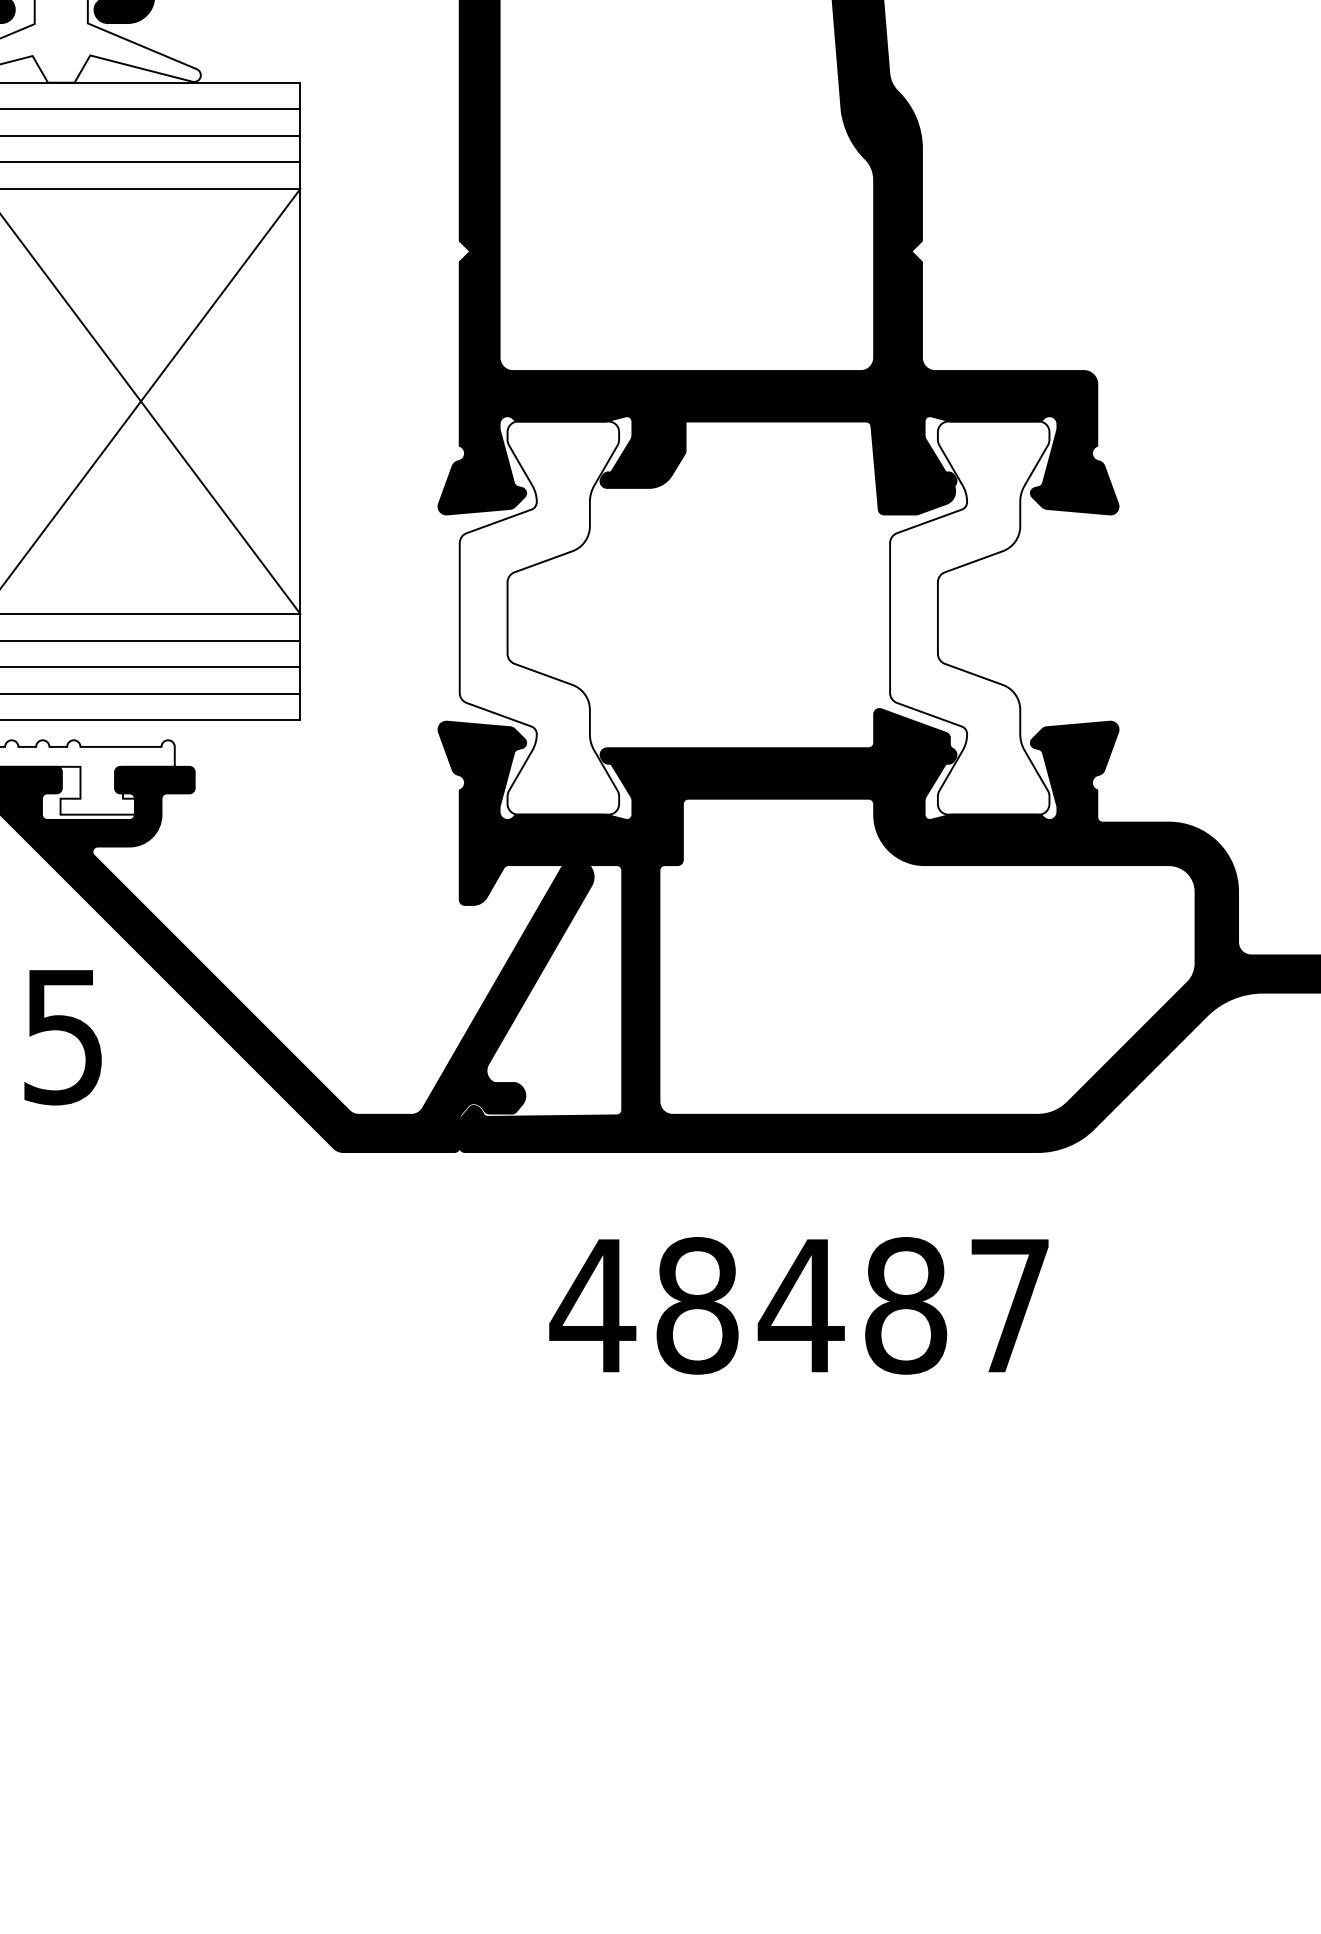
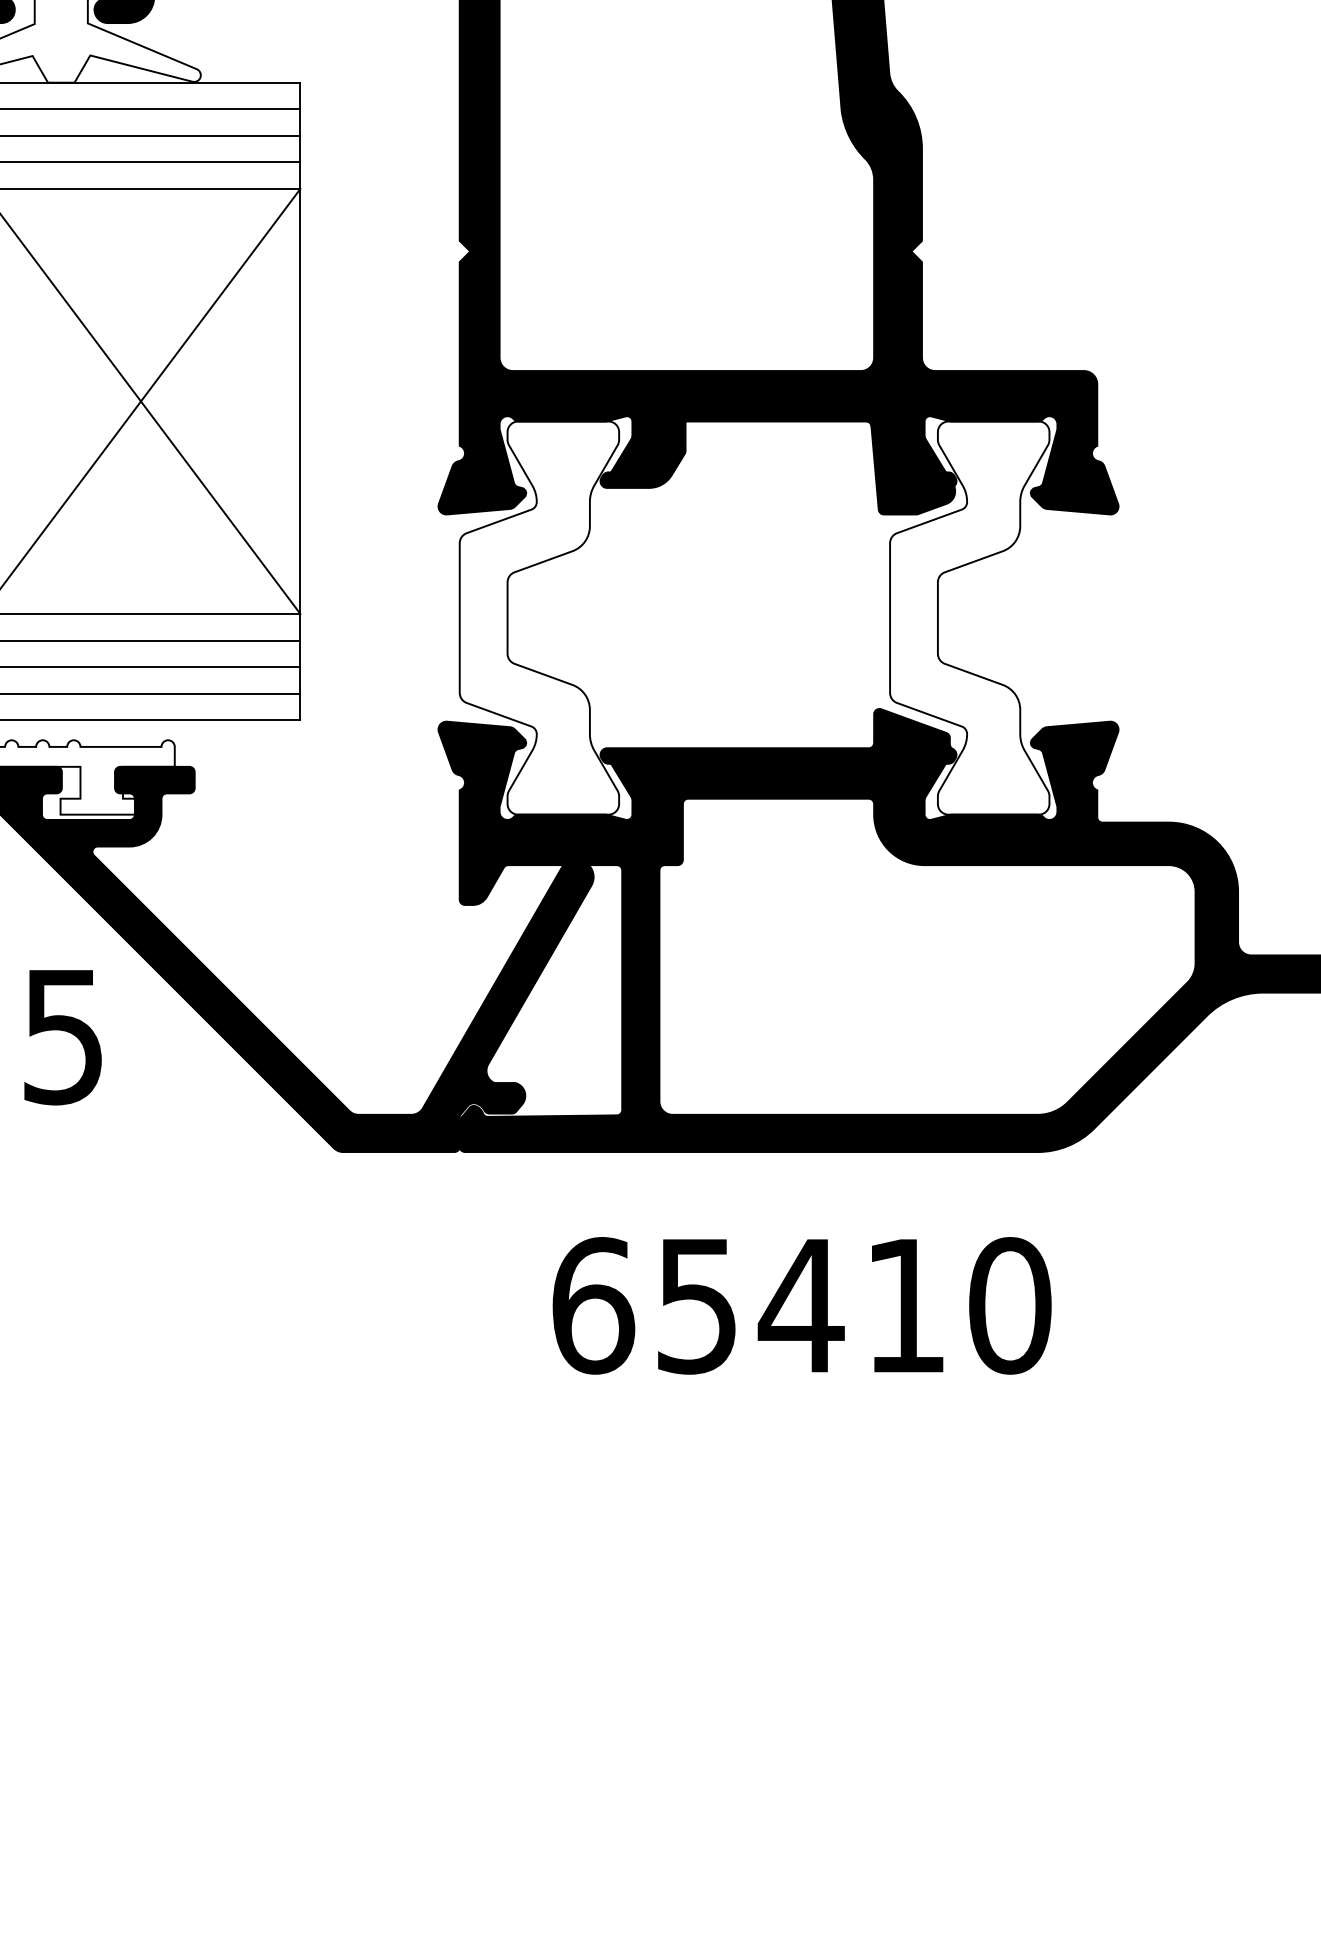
text at (800, 1305): 48487 -> 65410
